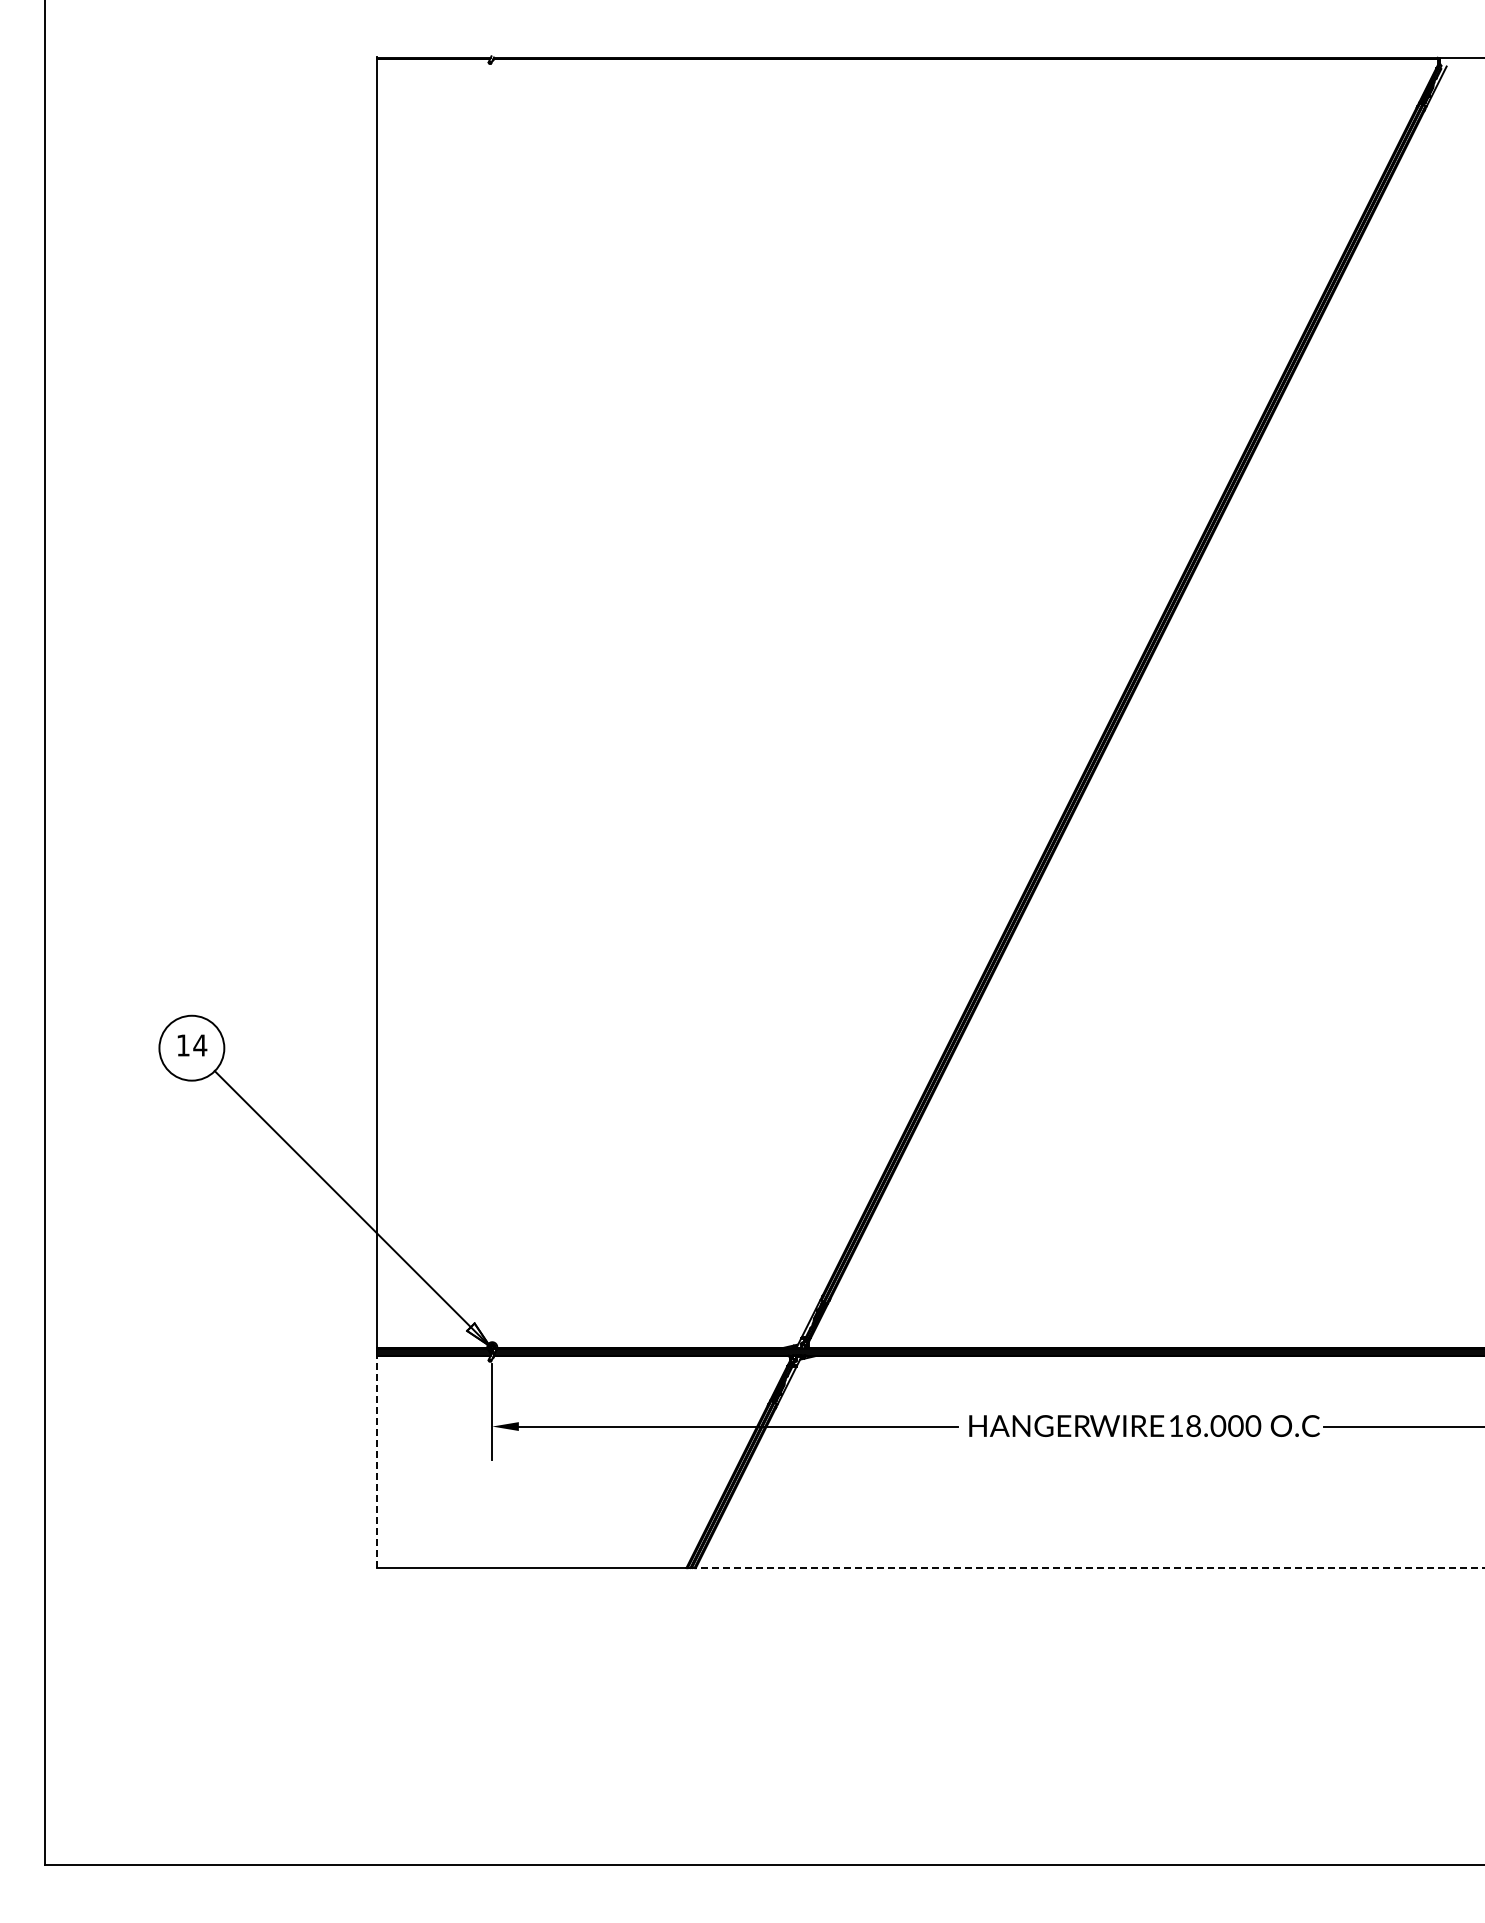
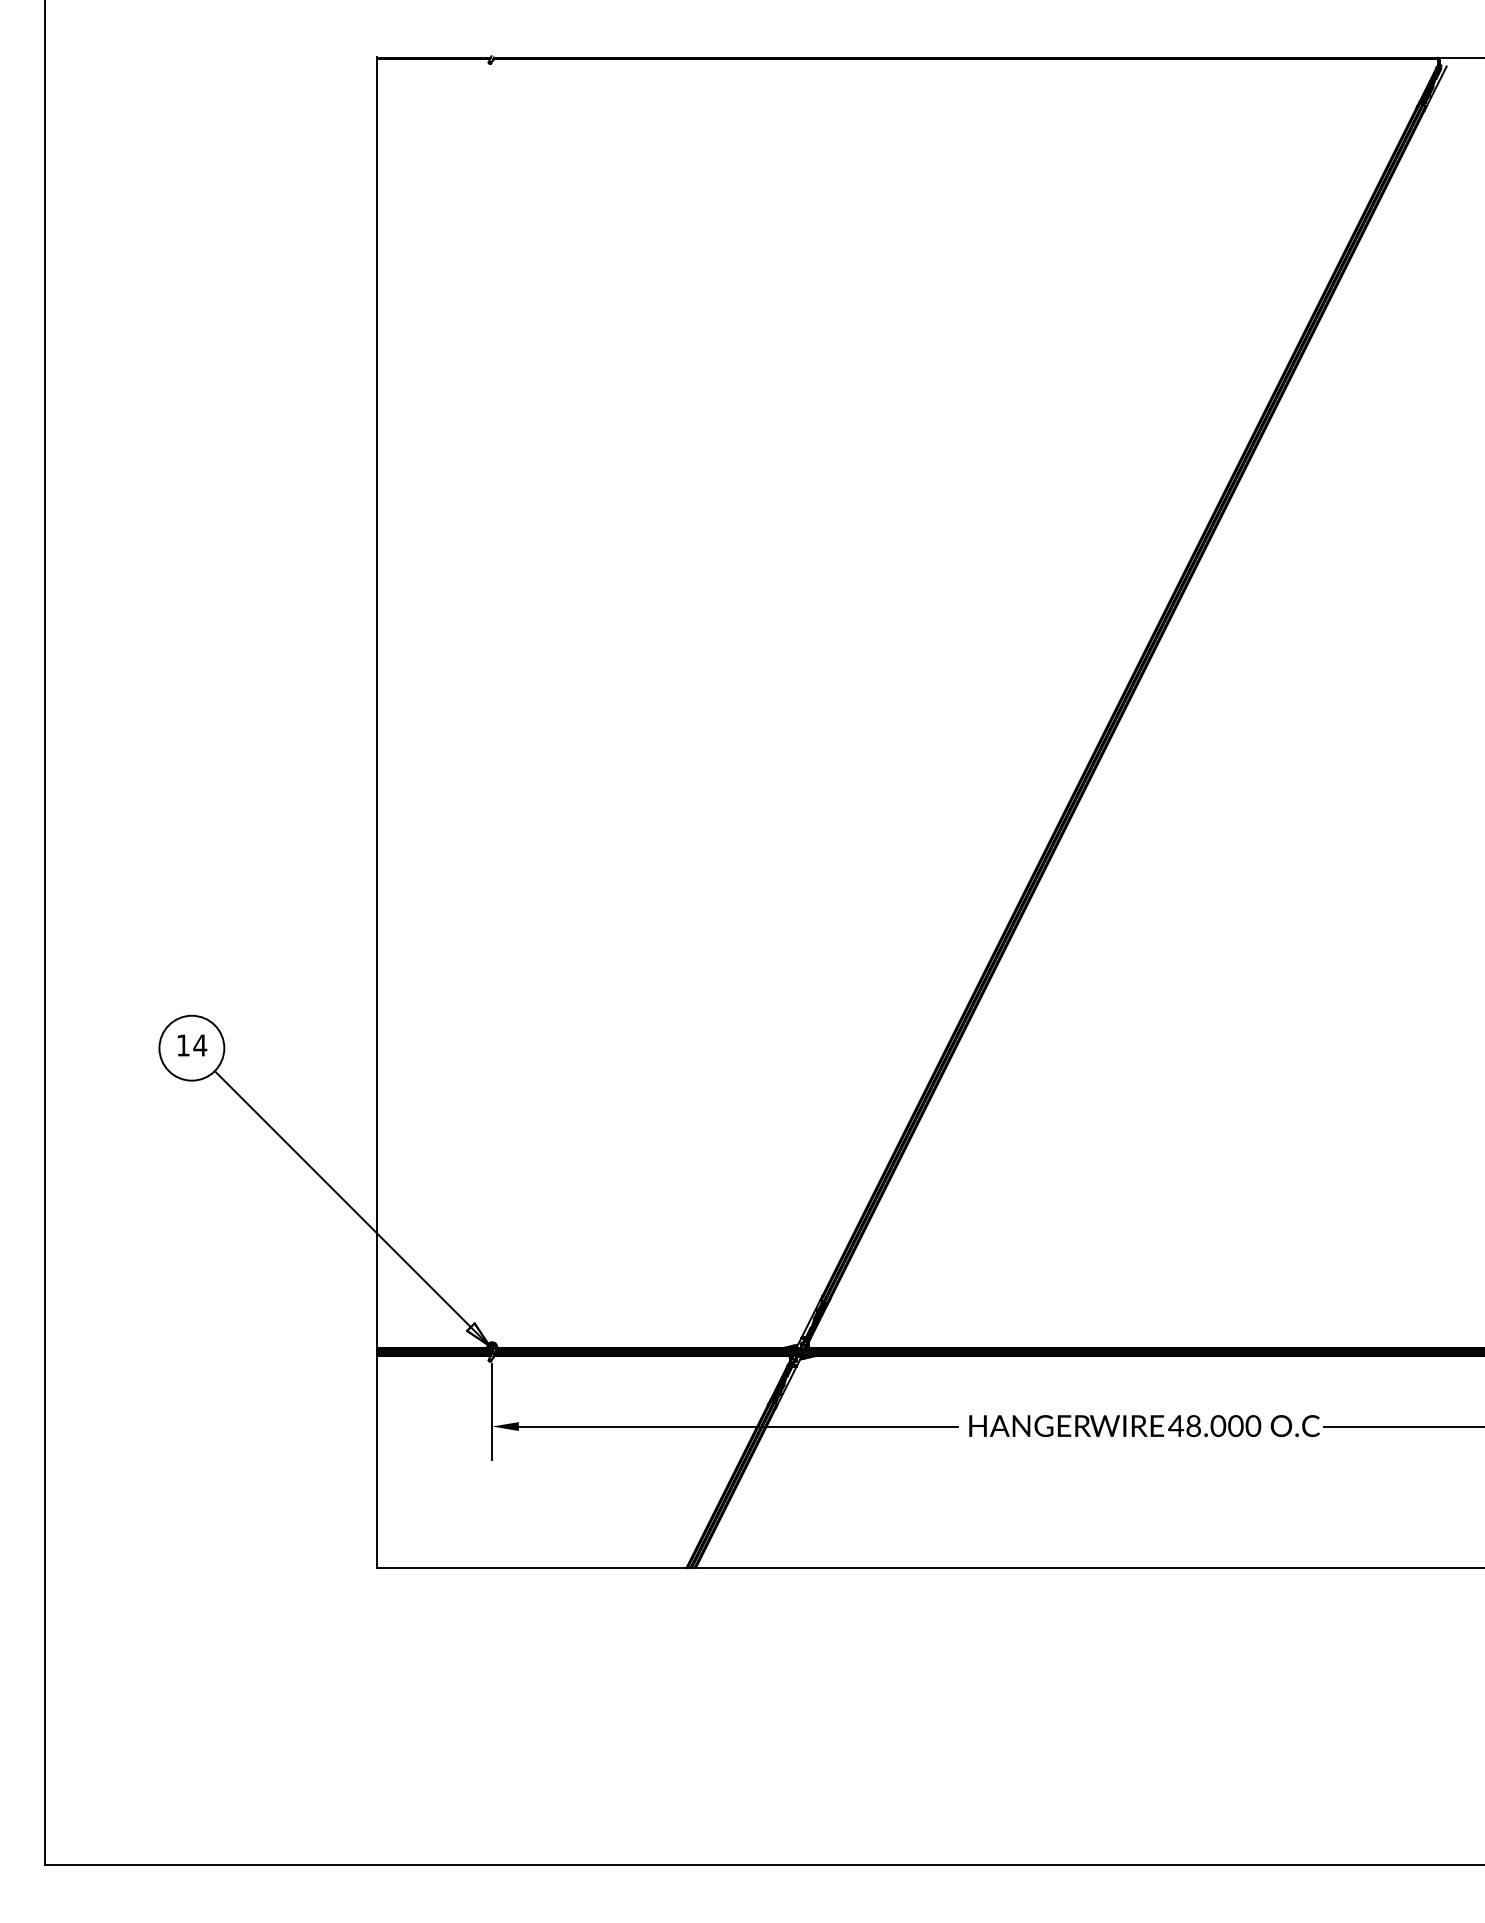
text at (1176, 1425): 18.000 -> 48.000
line at (377, 1462): dashed -> solid
line at (1089, 1568): dashed -> solid
